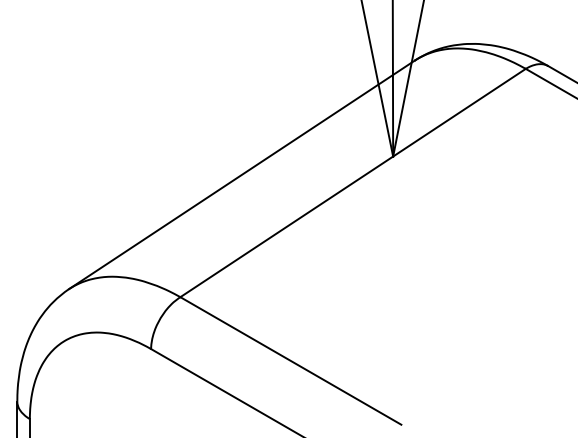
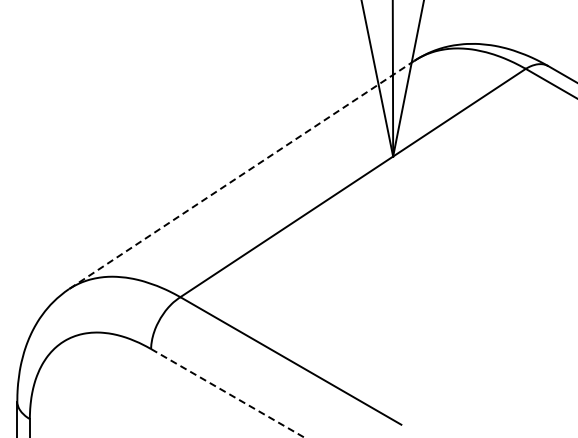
line at (241, 175): solid -> dashed
line at (227, 393): solid -> dashed
